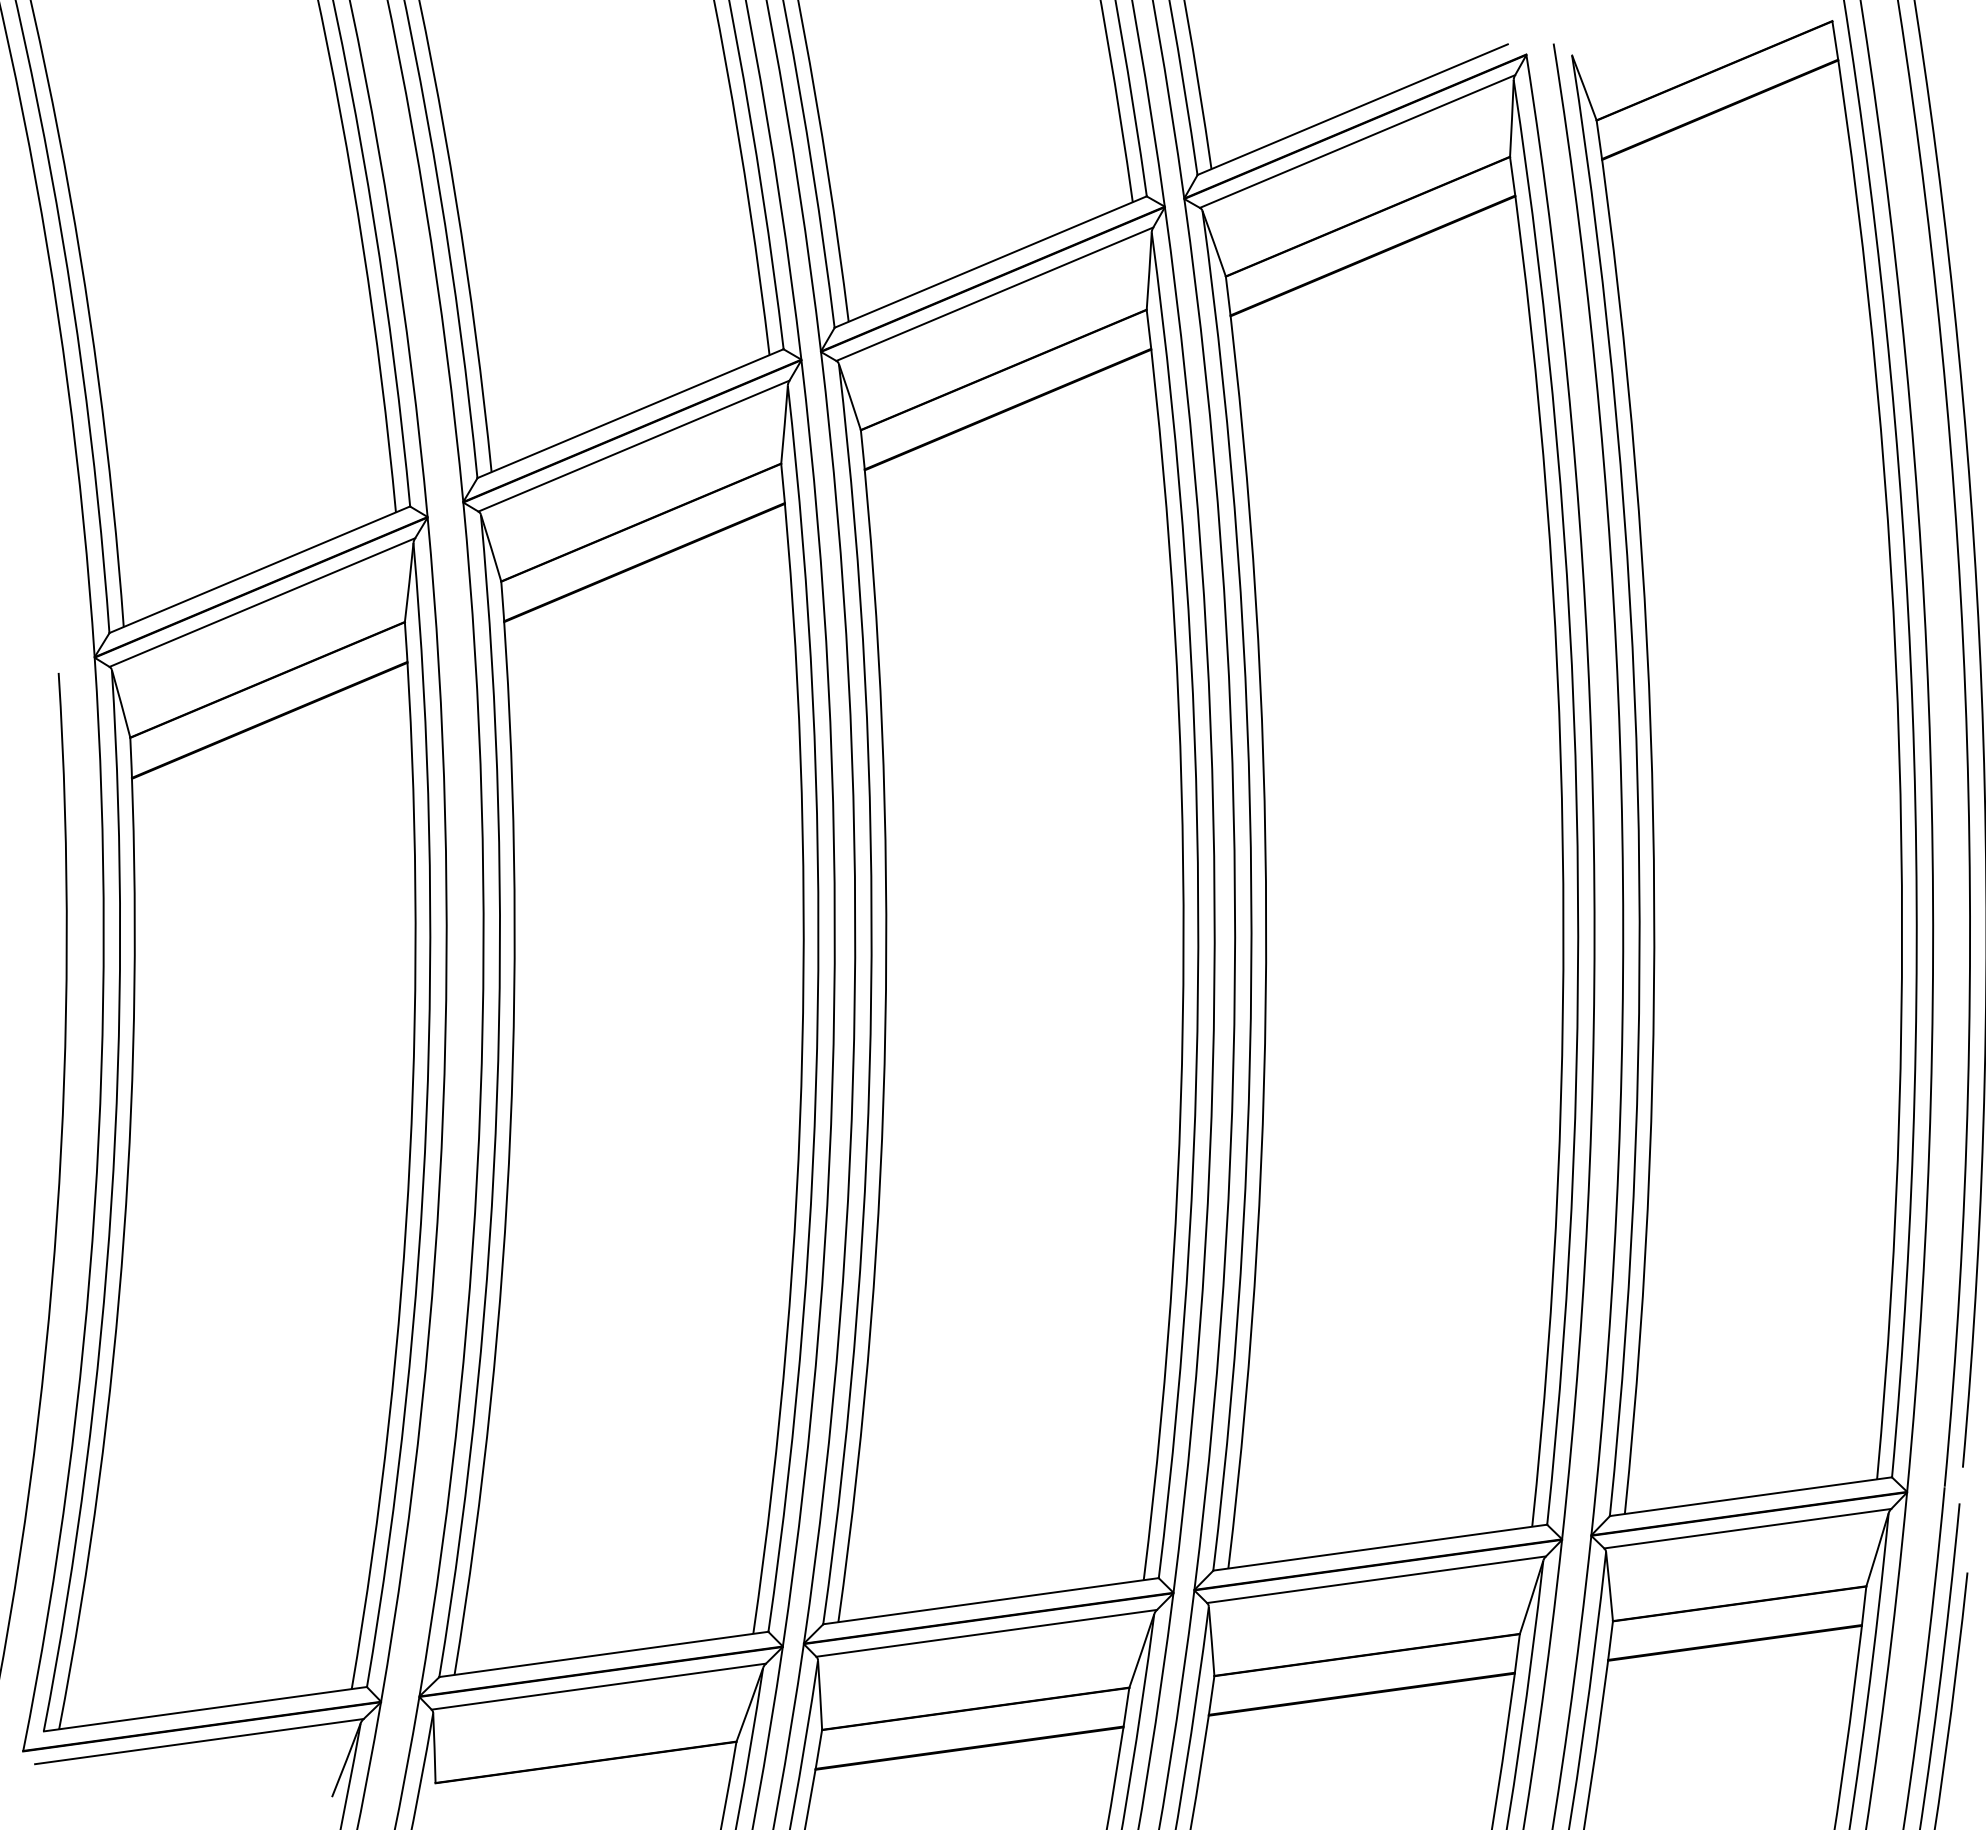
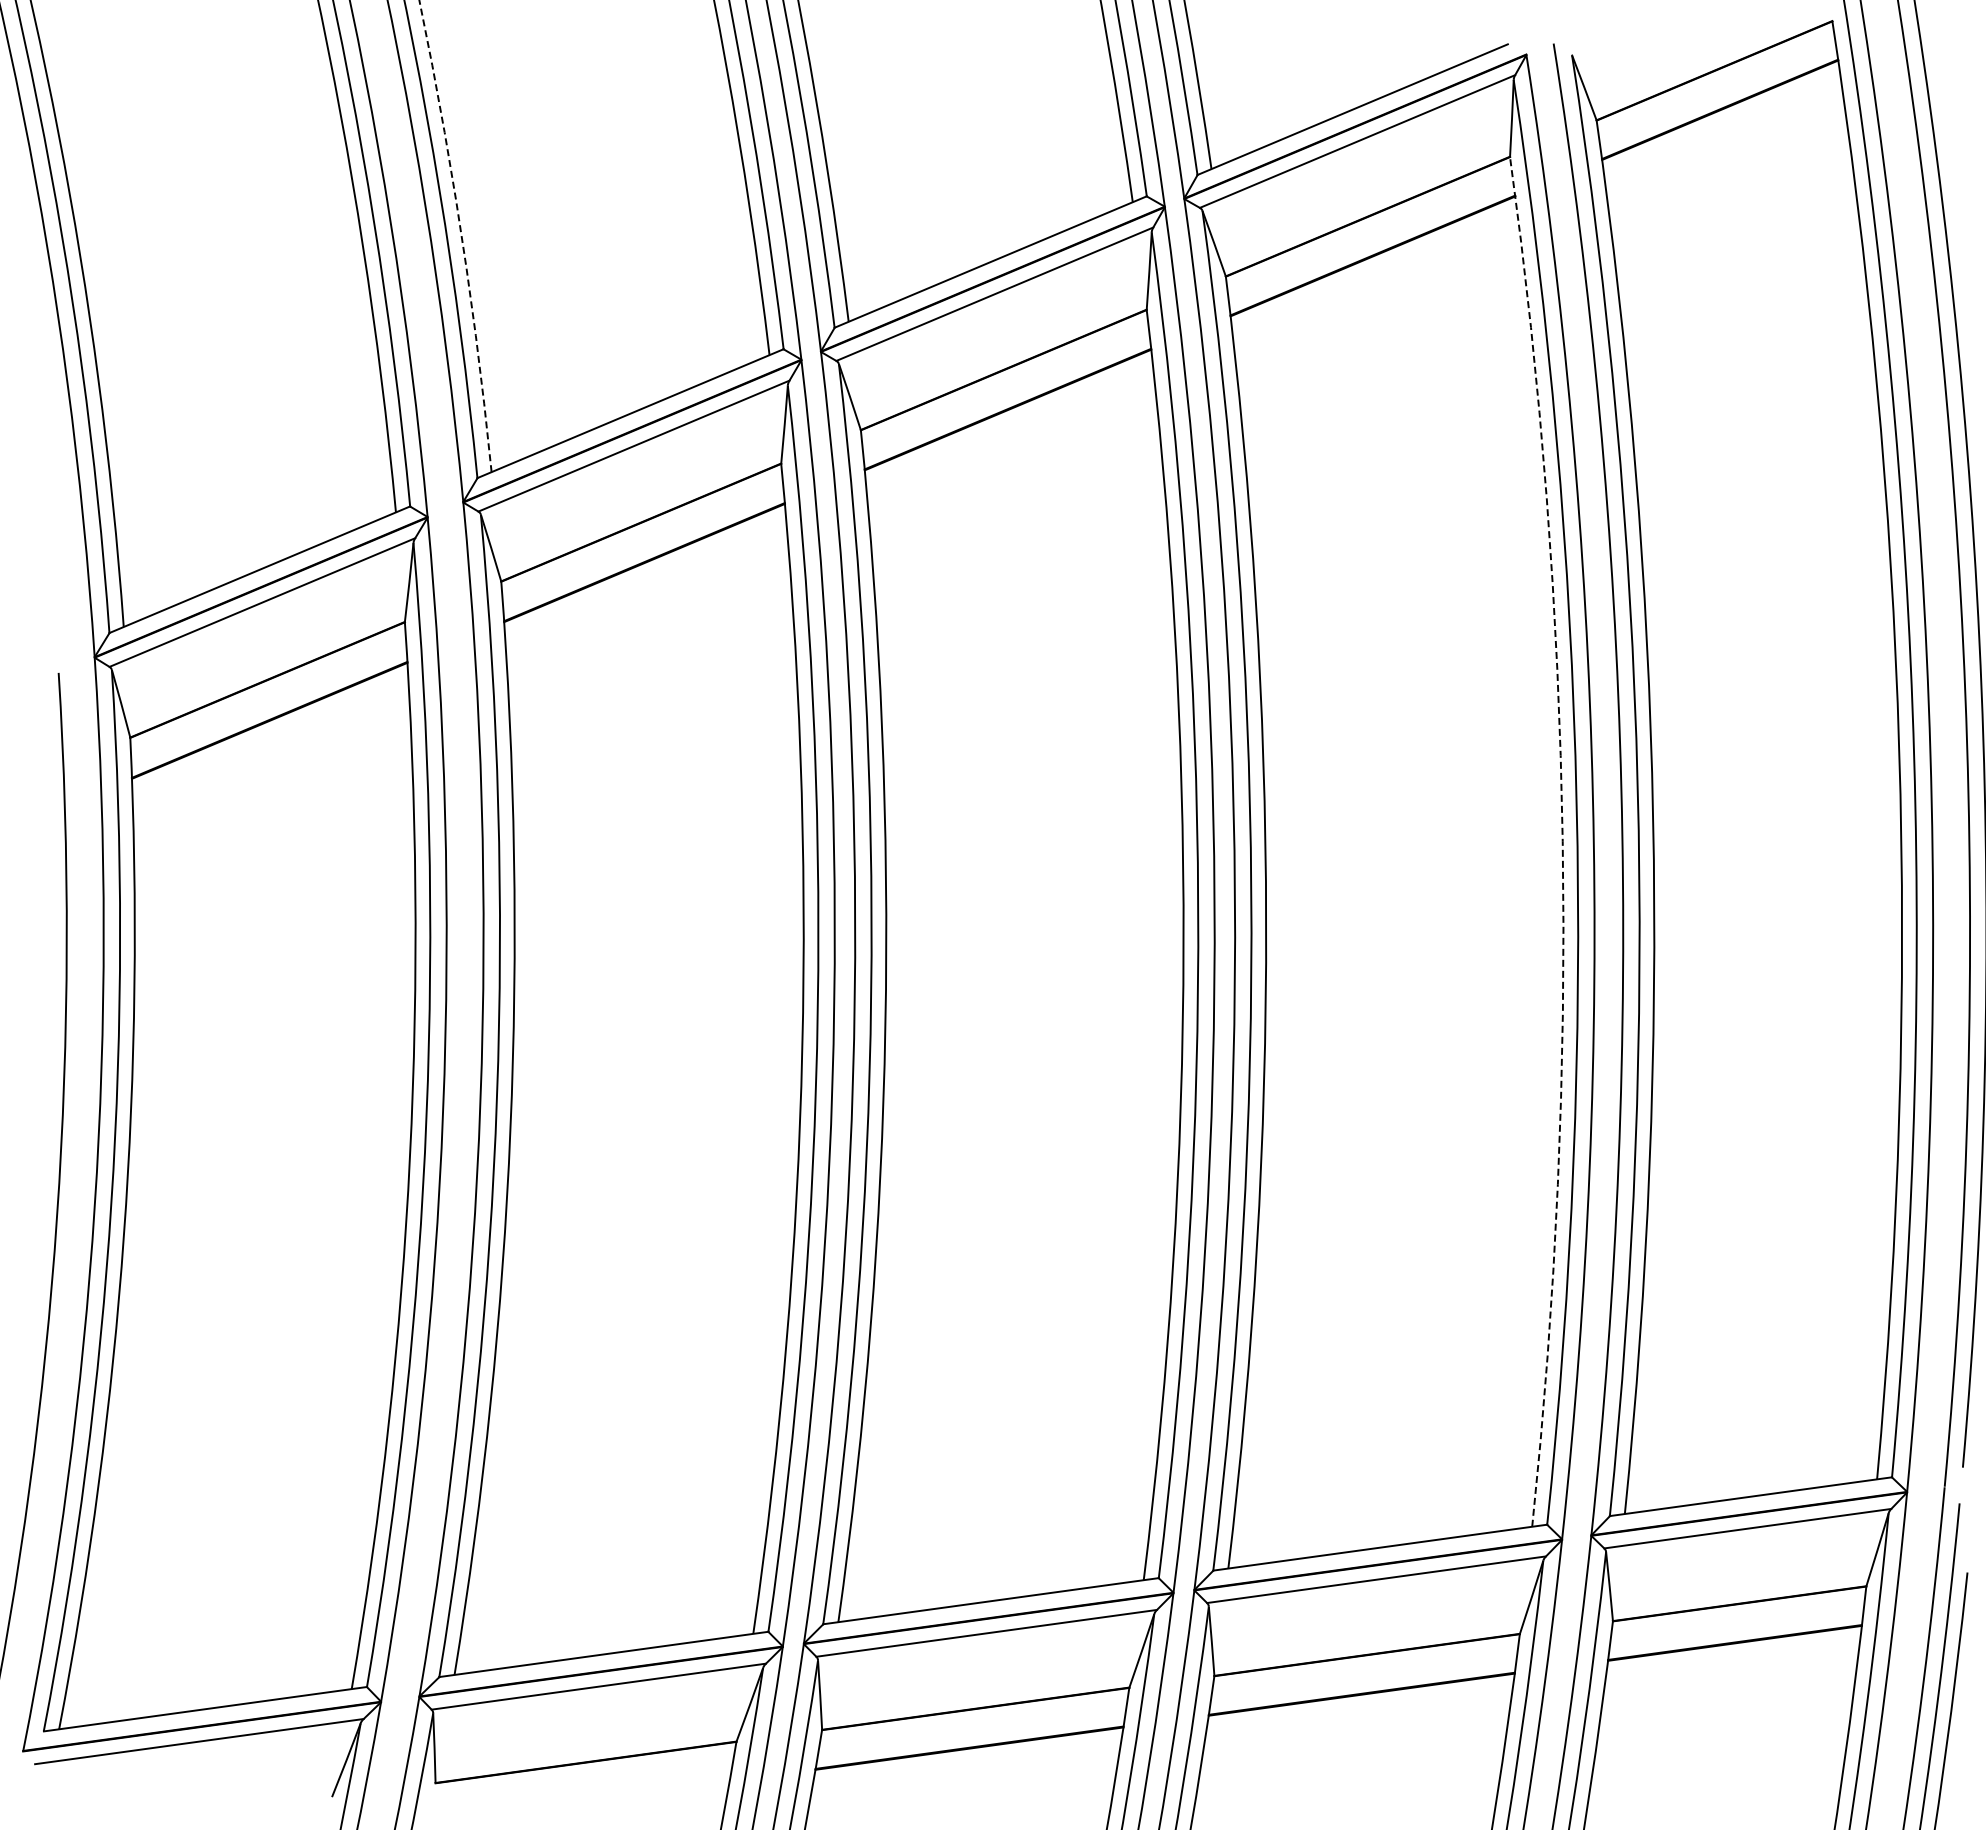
arc at (461, 235): solid -> dashed
arc at (1562, 841): solid -> dashed
